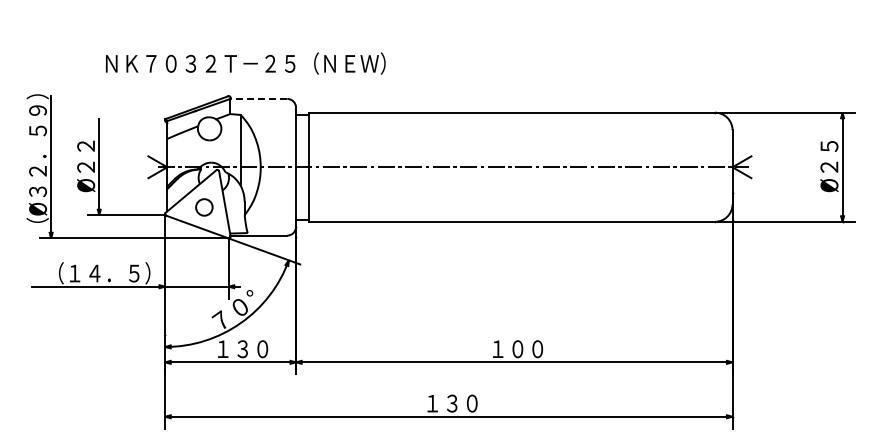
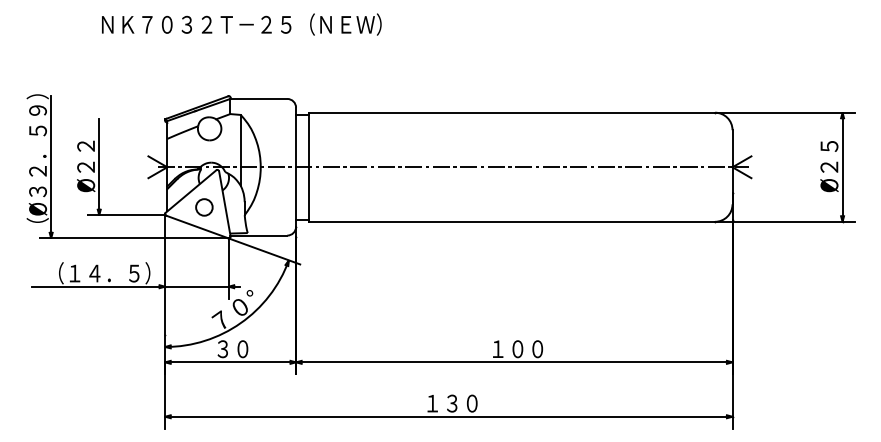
text at (245, 63) position: (245, 63) -> (241, 24)
line at (258, 98): dashed -> solid
text at (242, 349): １３０ -> ３０
